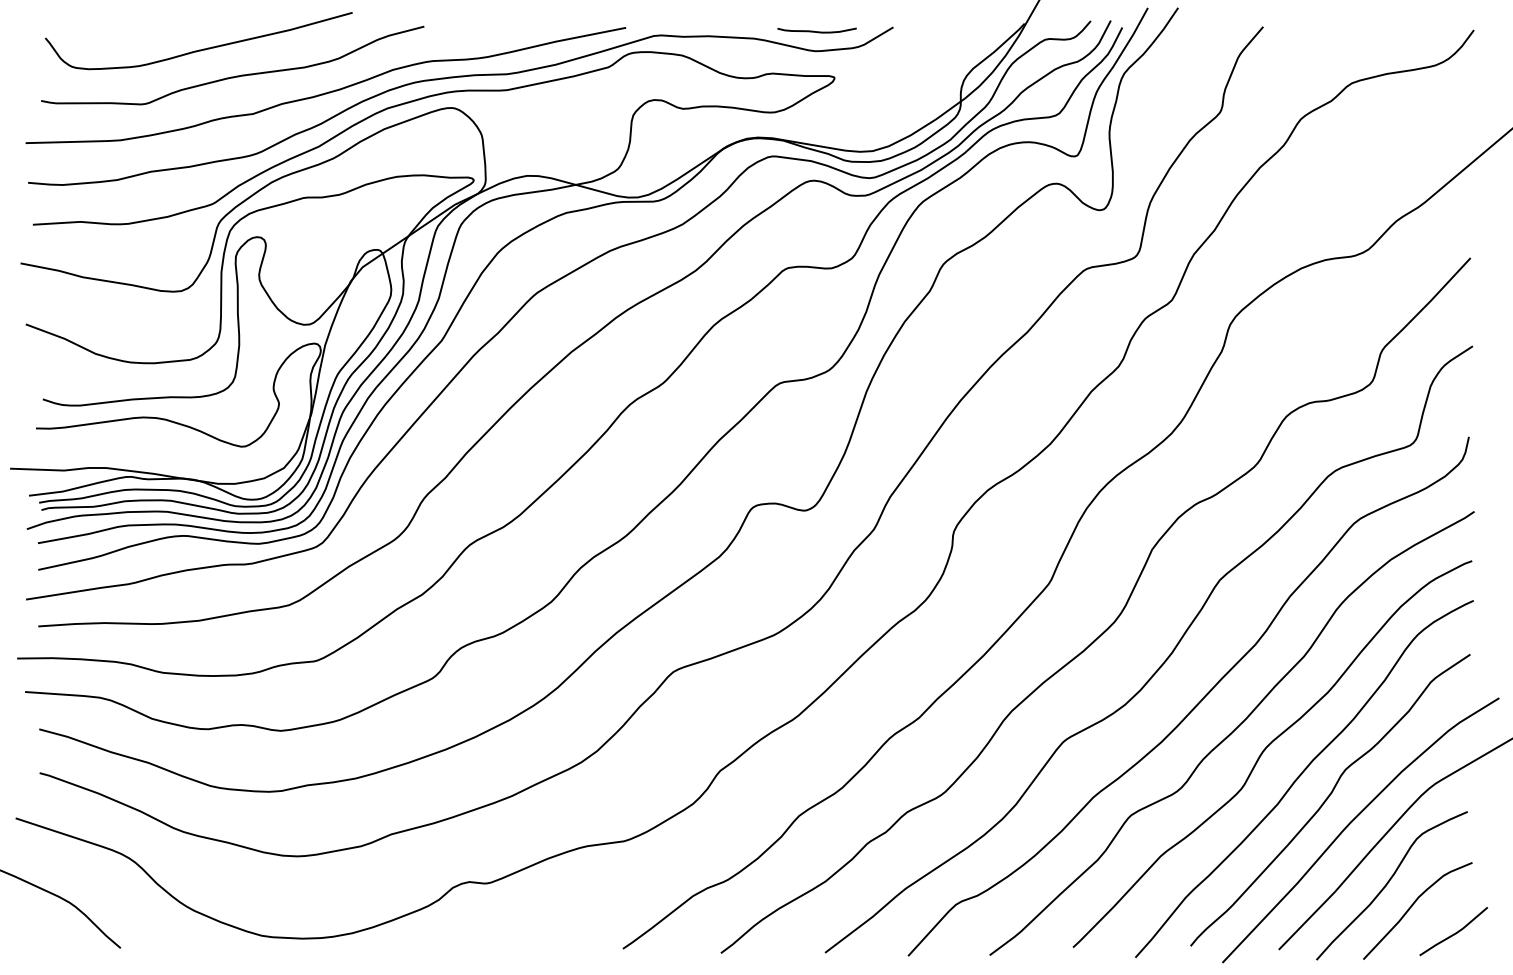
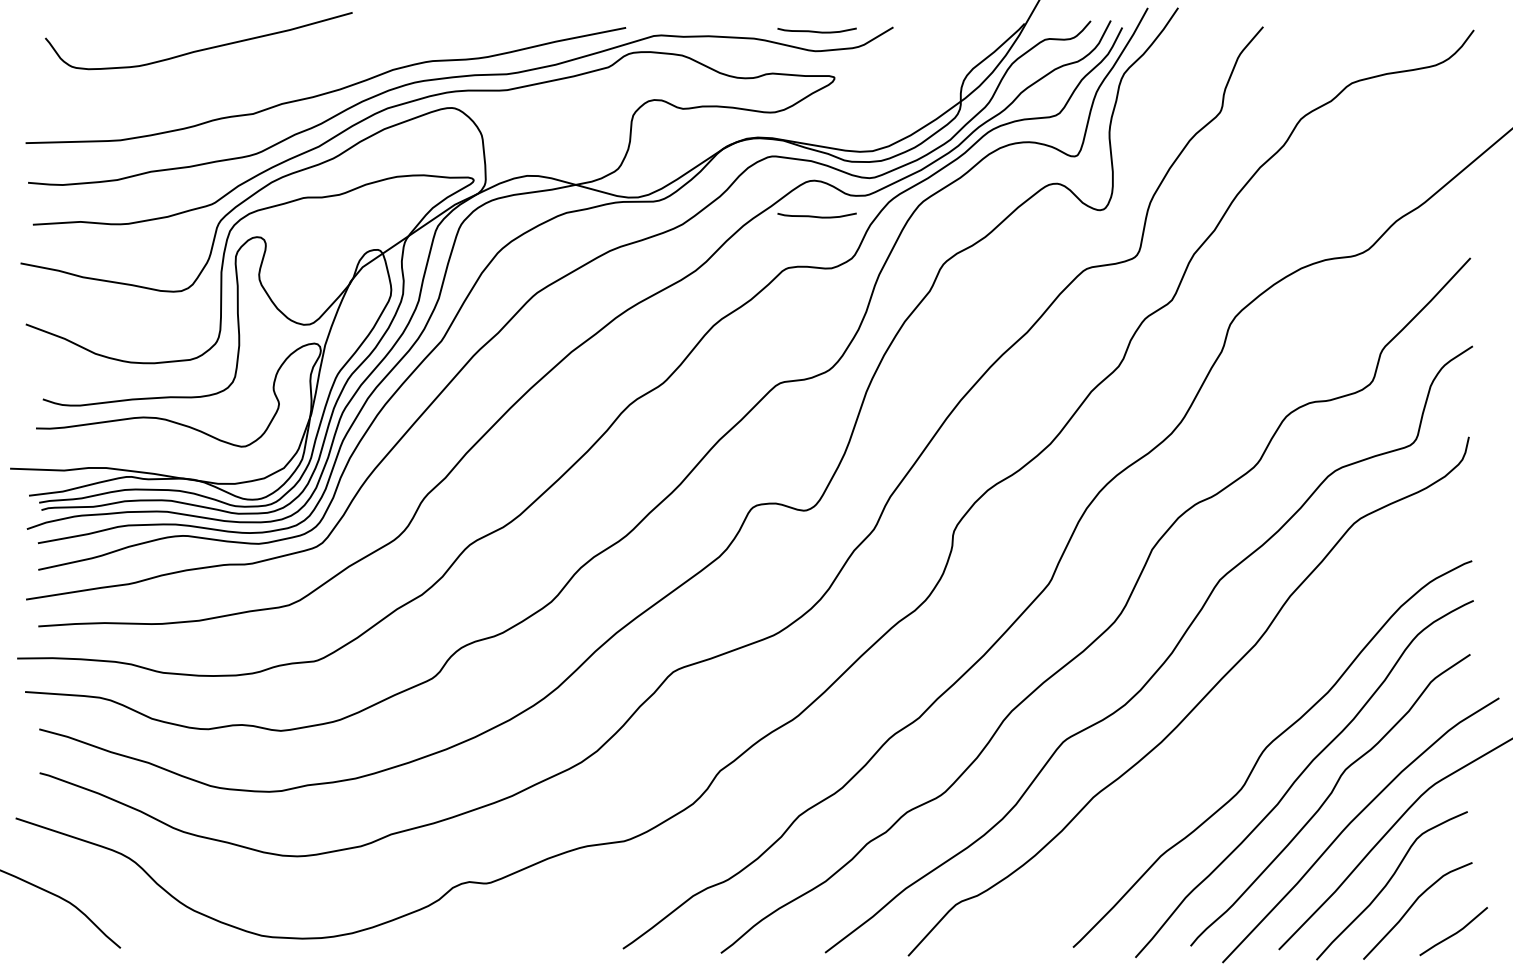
curve at (236, 75): present -> none
curve at (816, 216): none -> present
curve at (1231, 733): present -> none
